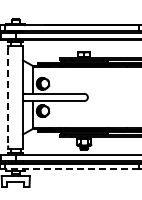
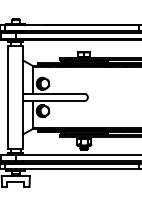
line at (8, 97): dashed -> solid
line at (72, 169): dashed -> solid
